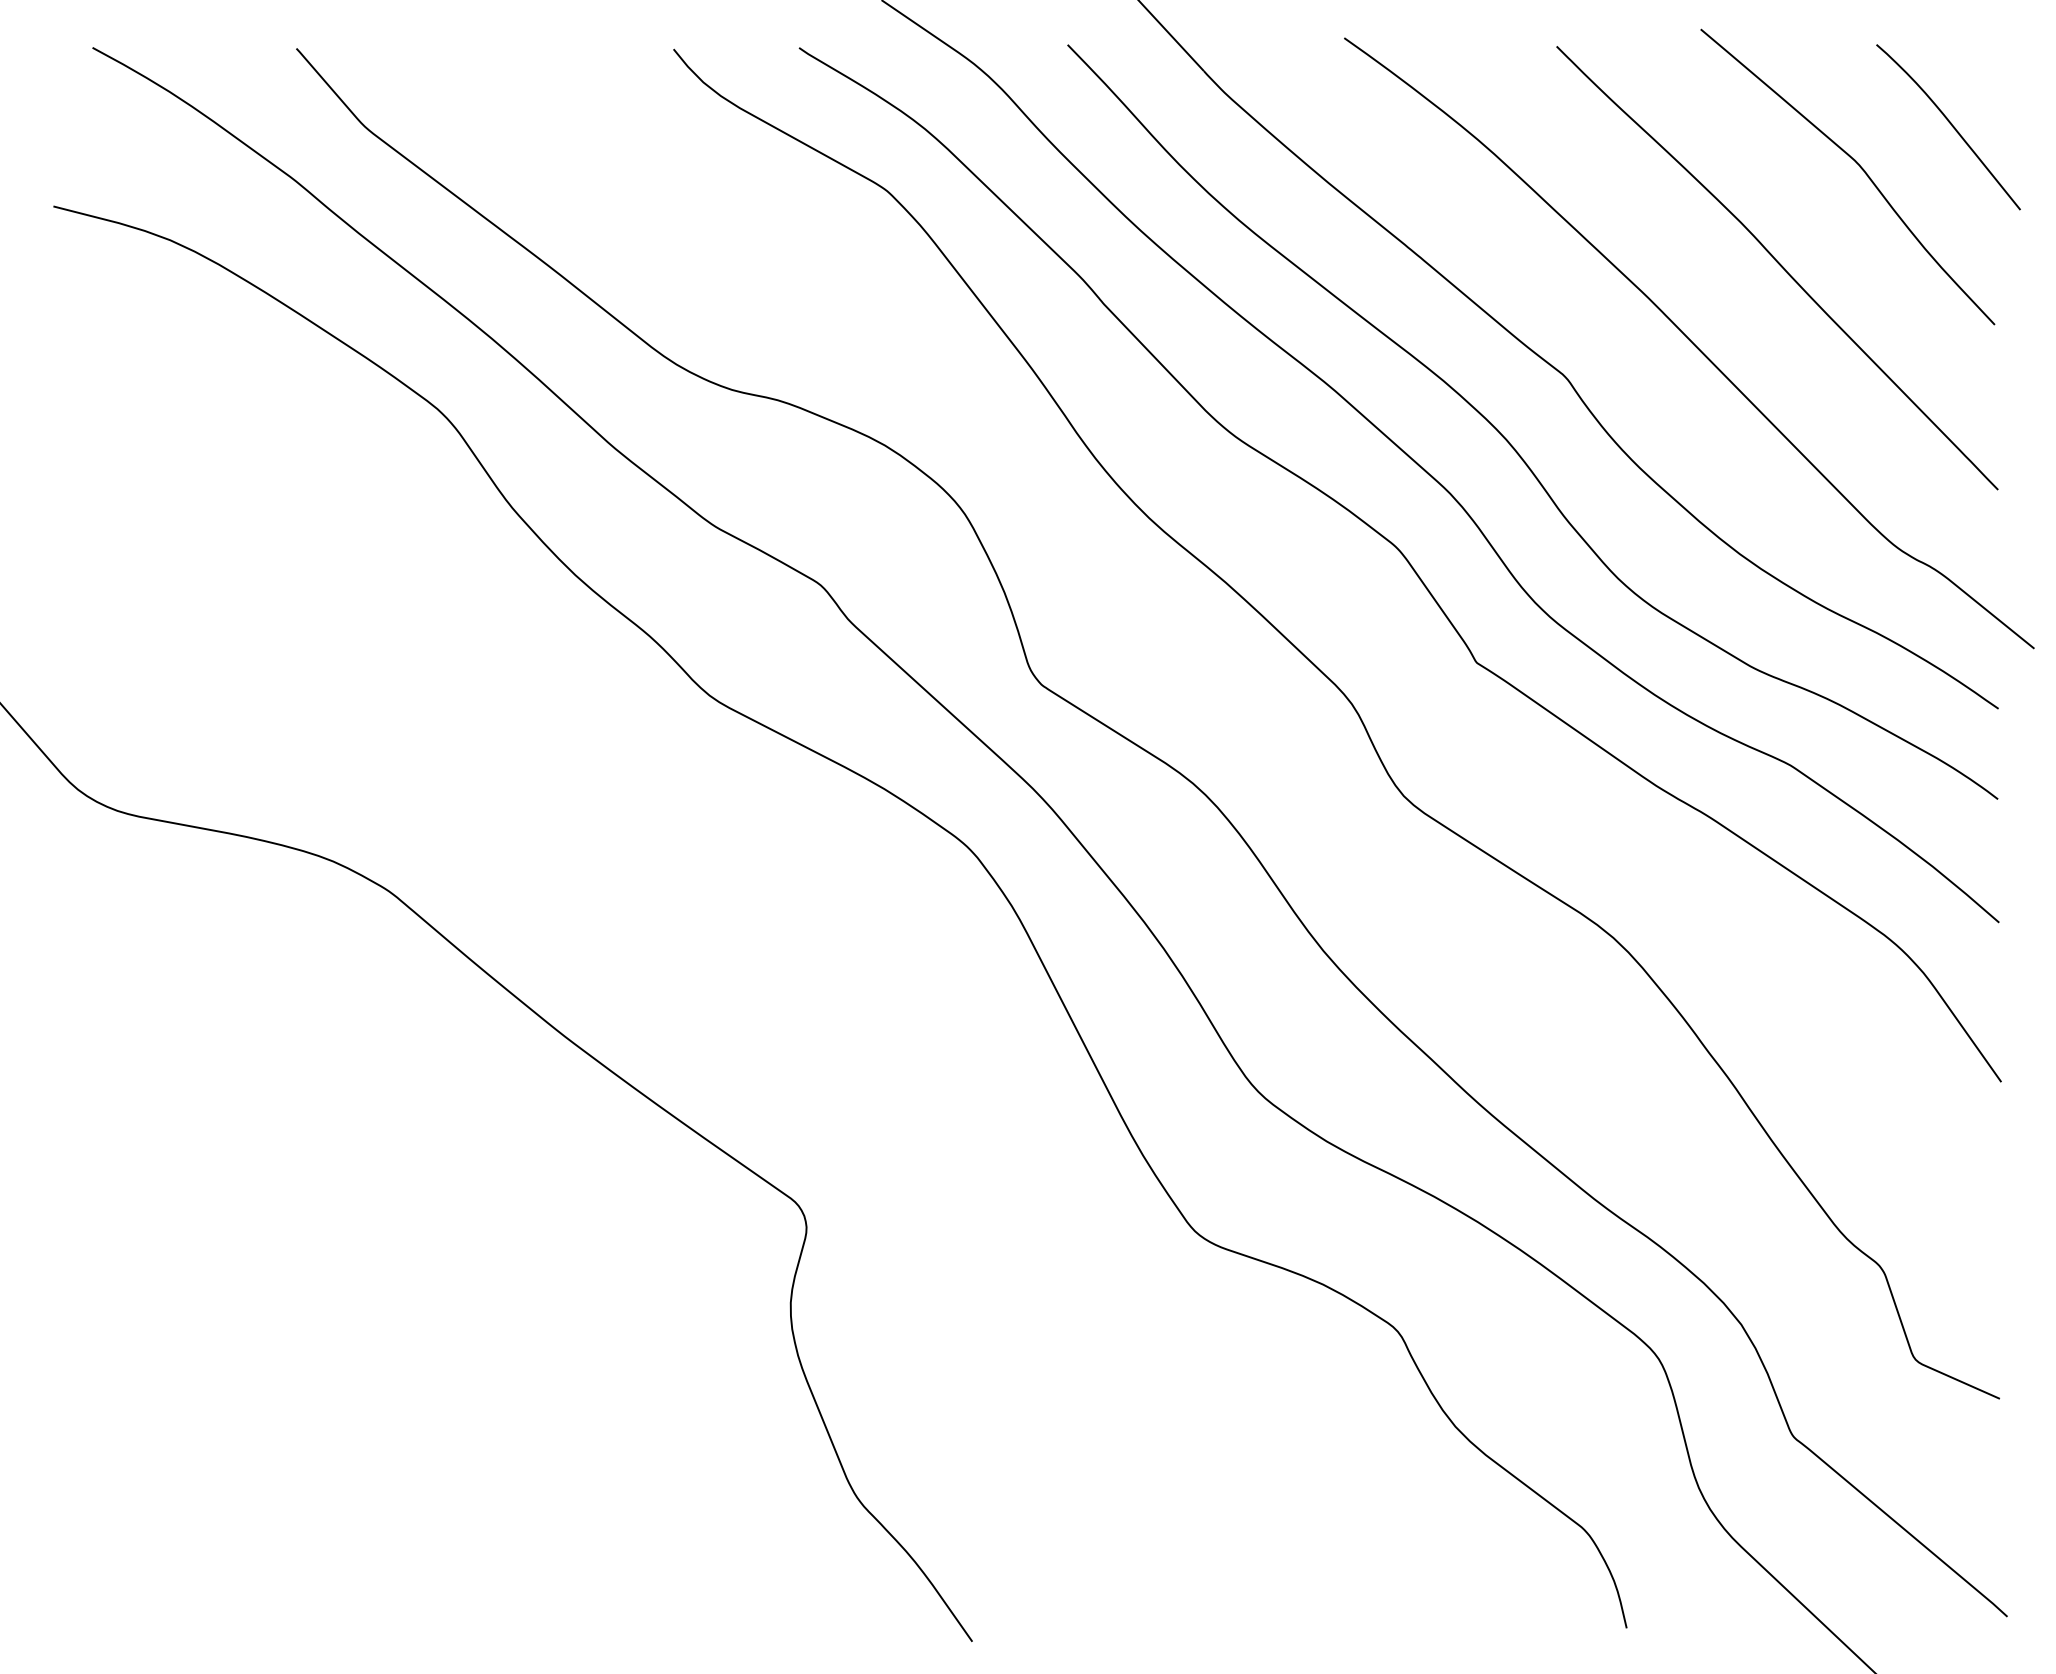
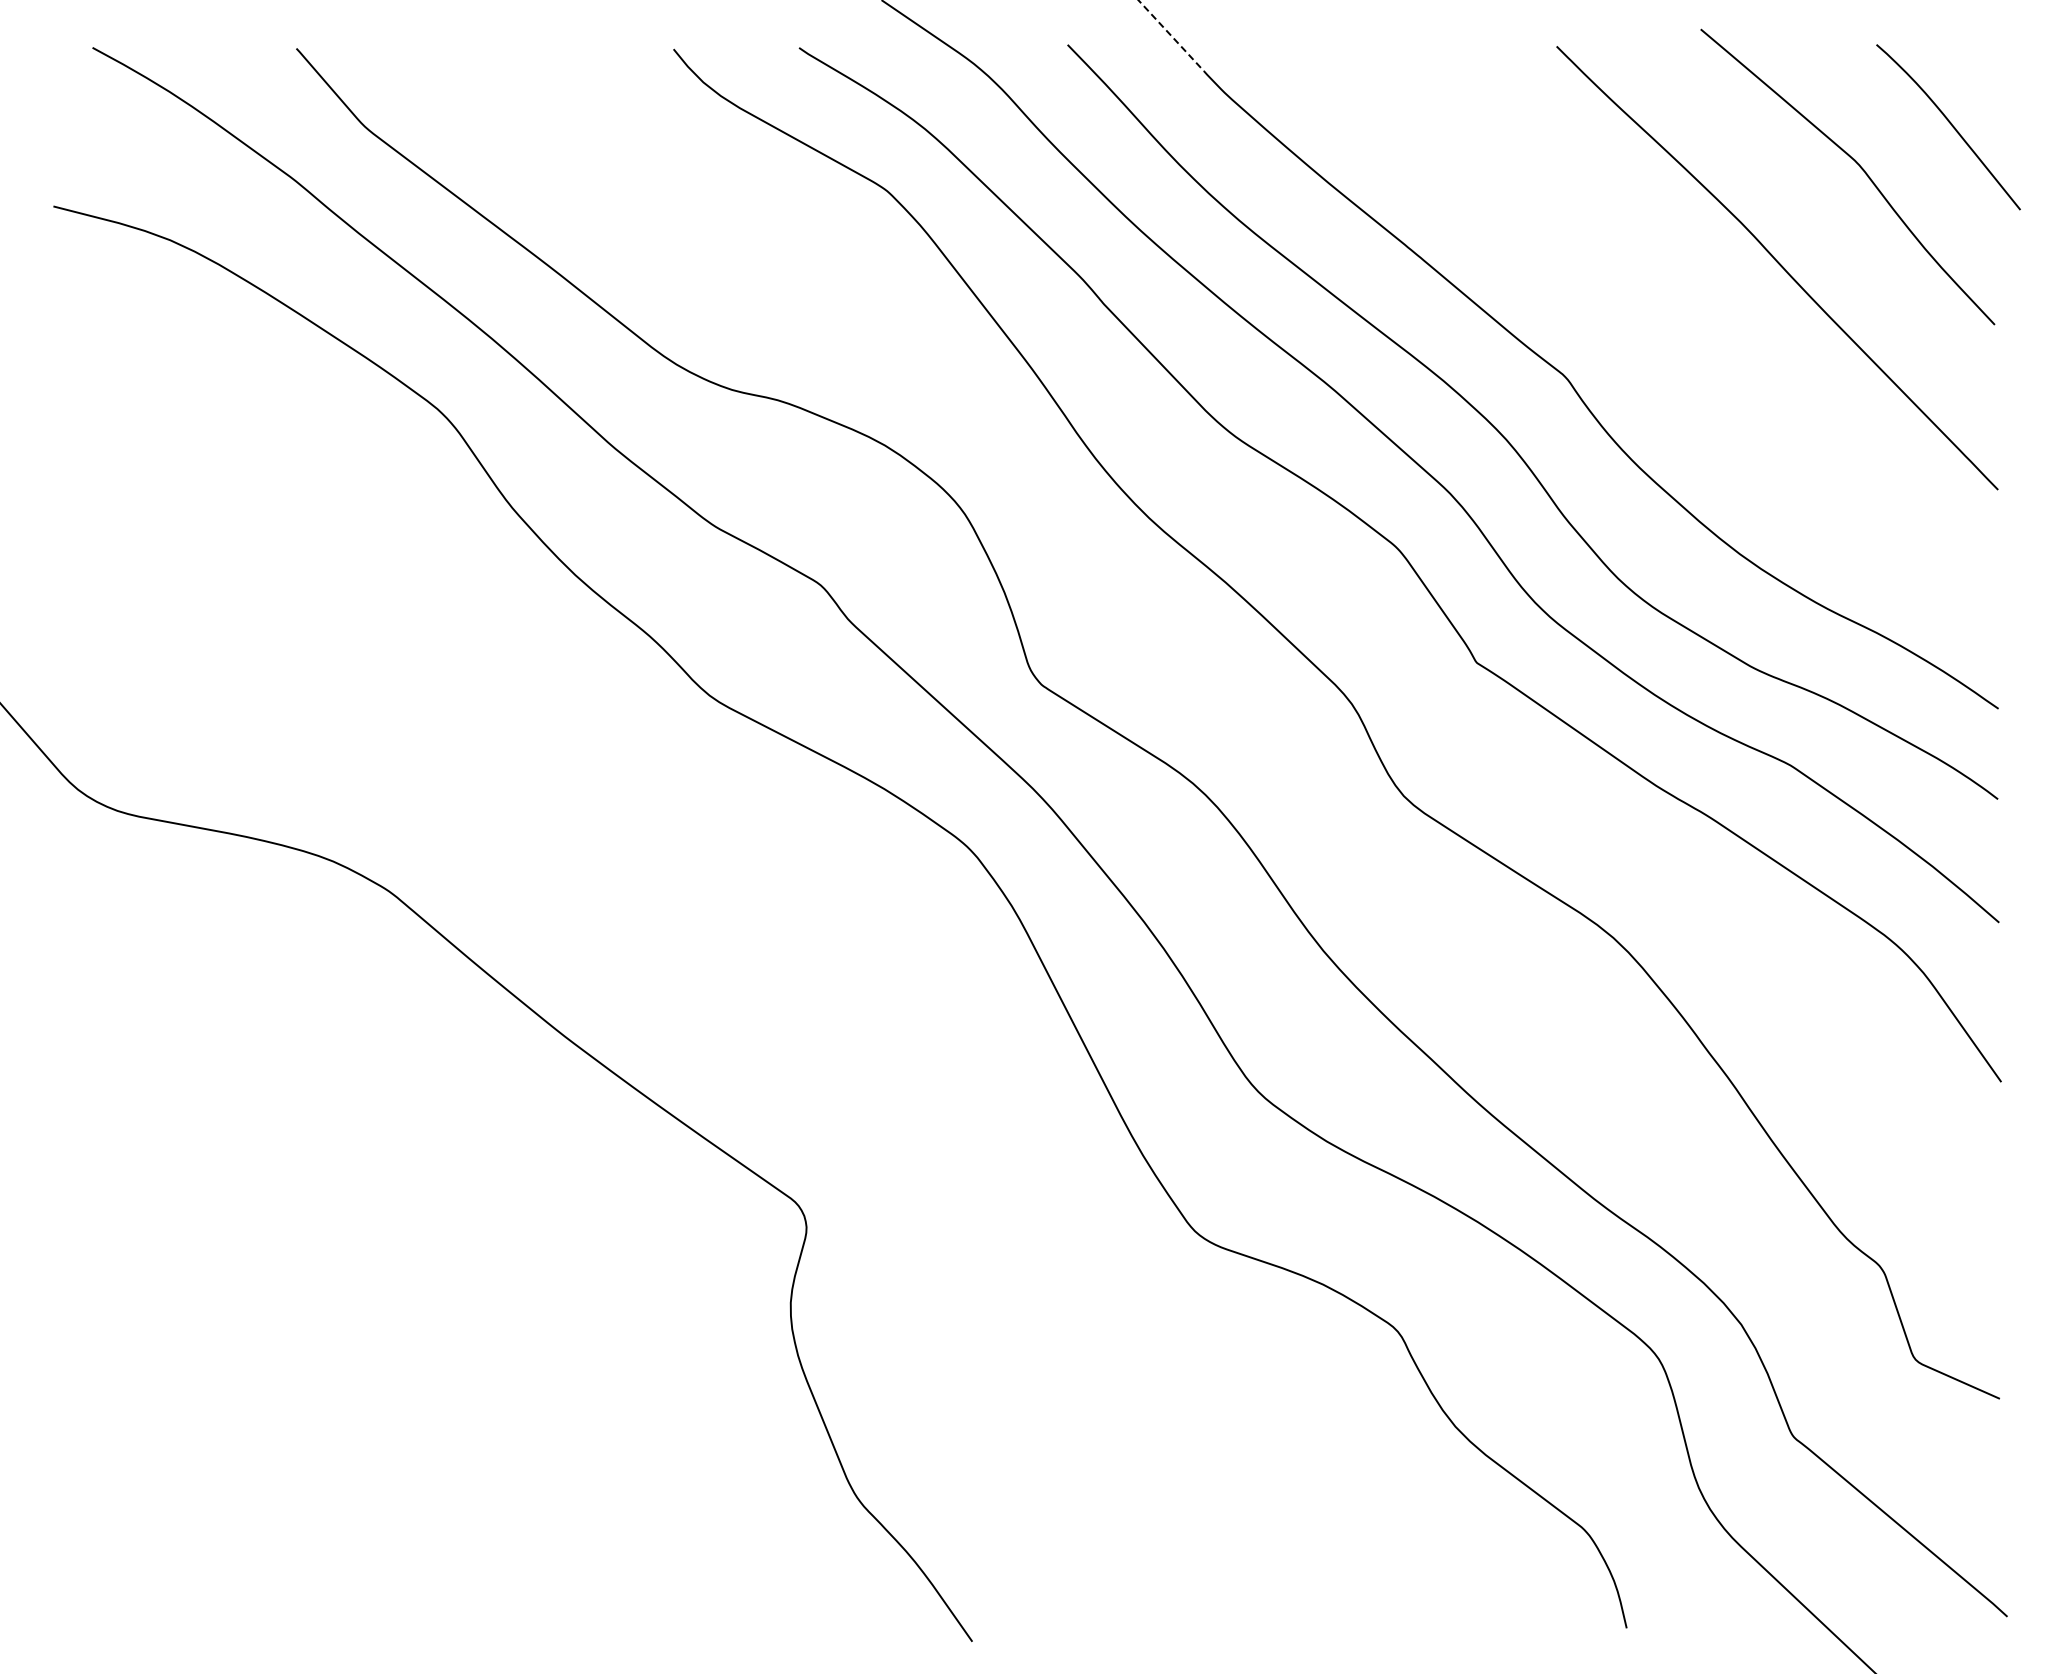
line at (1171, 35): solid -> dashed
curve at (1691, 343): present -> none
